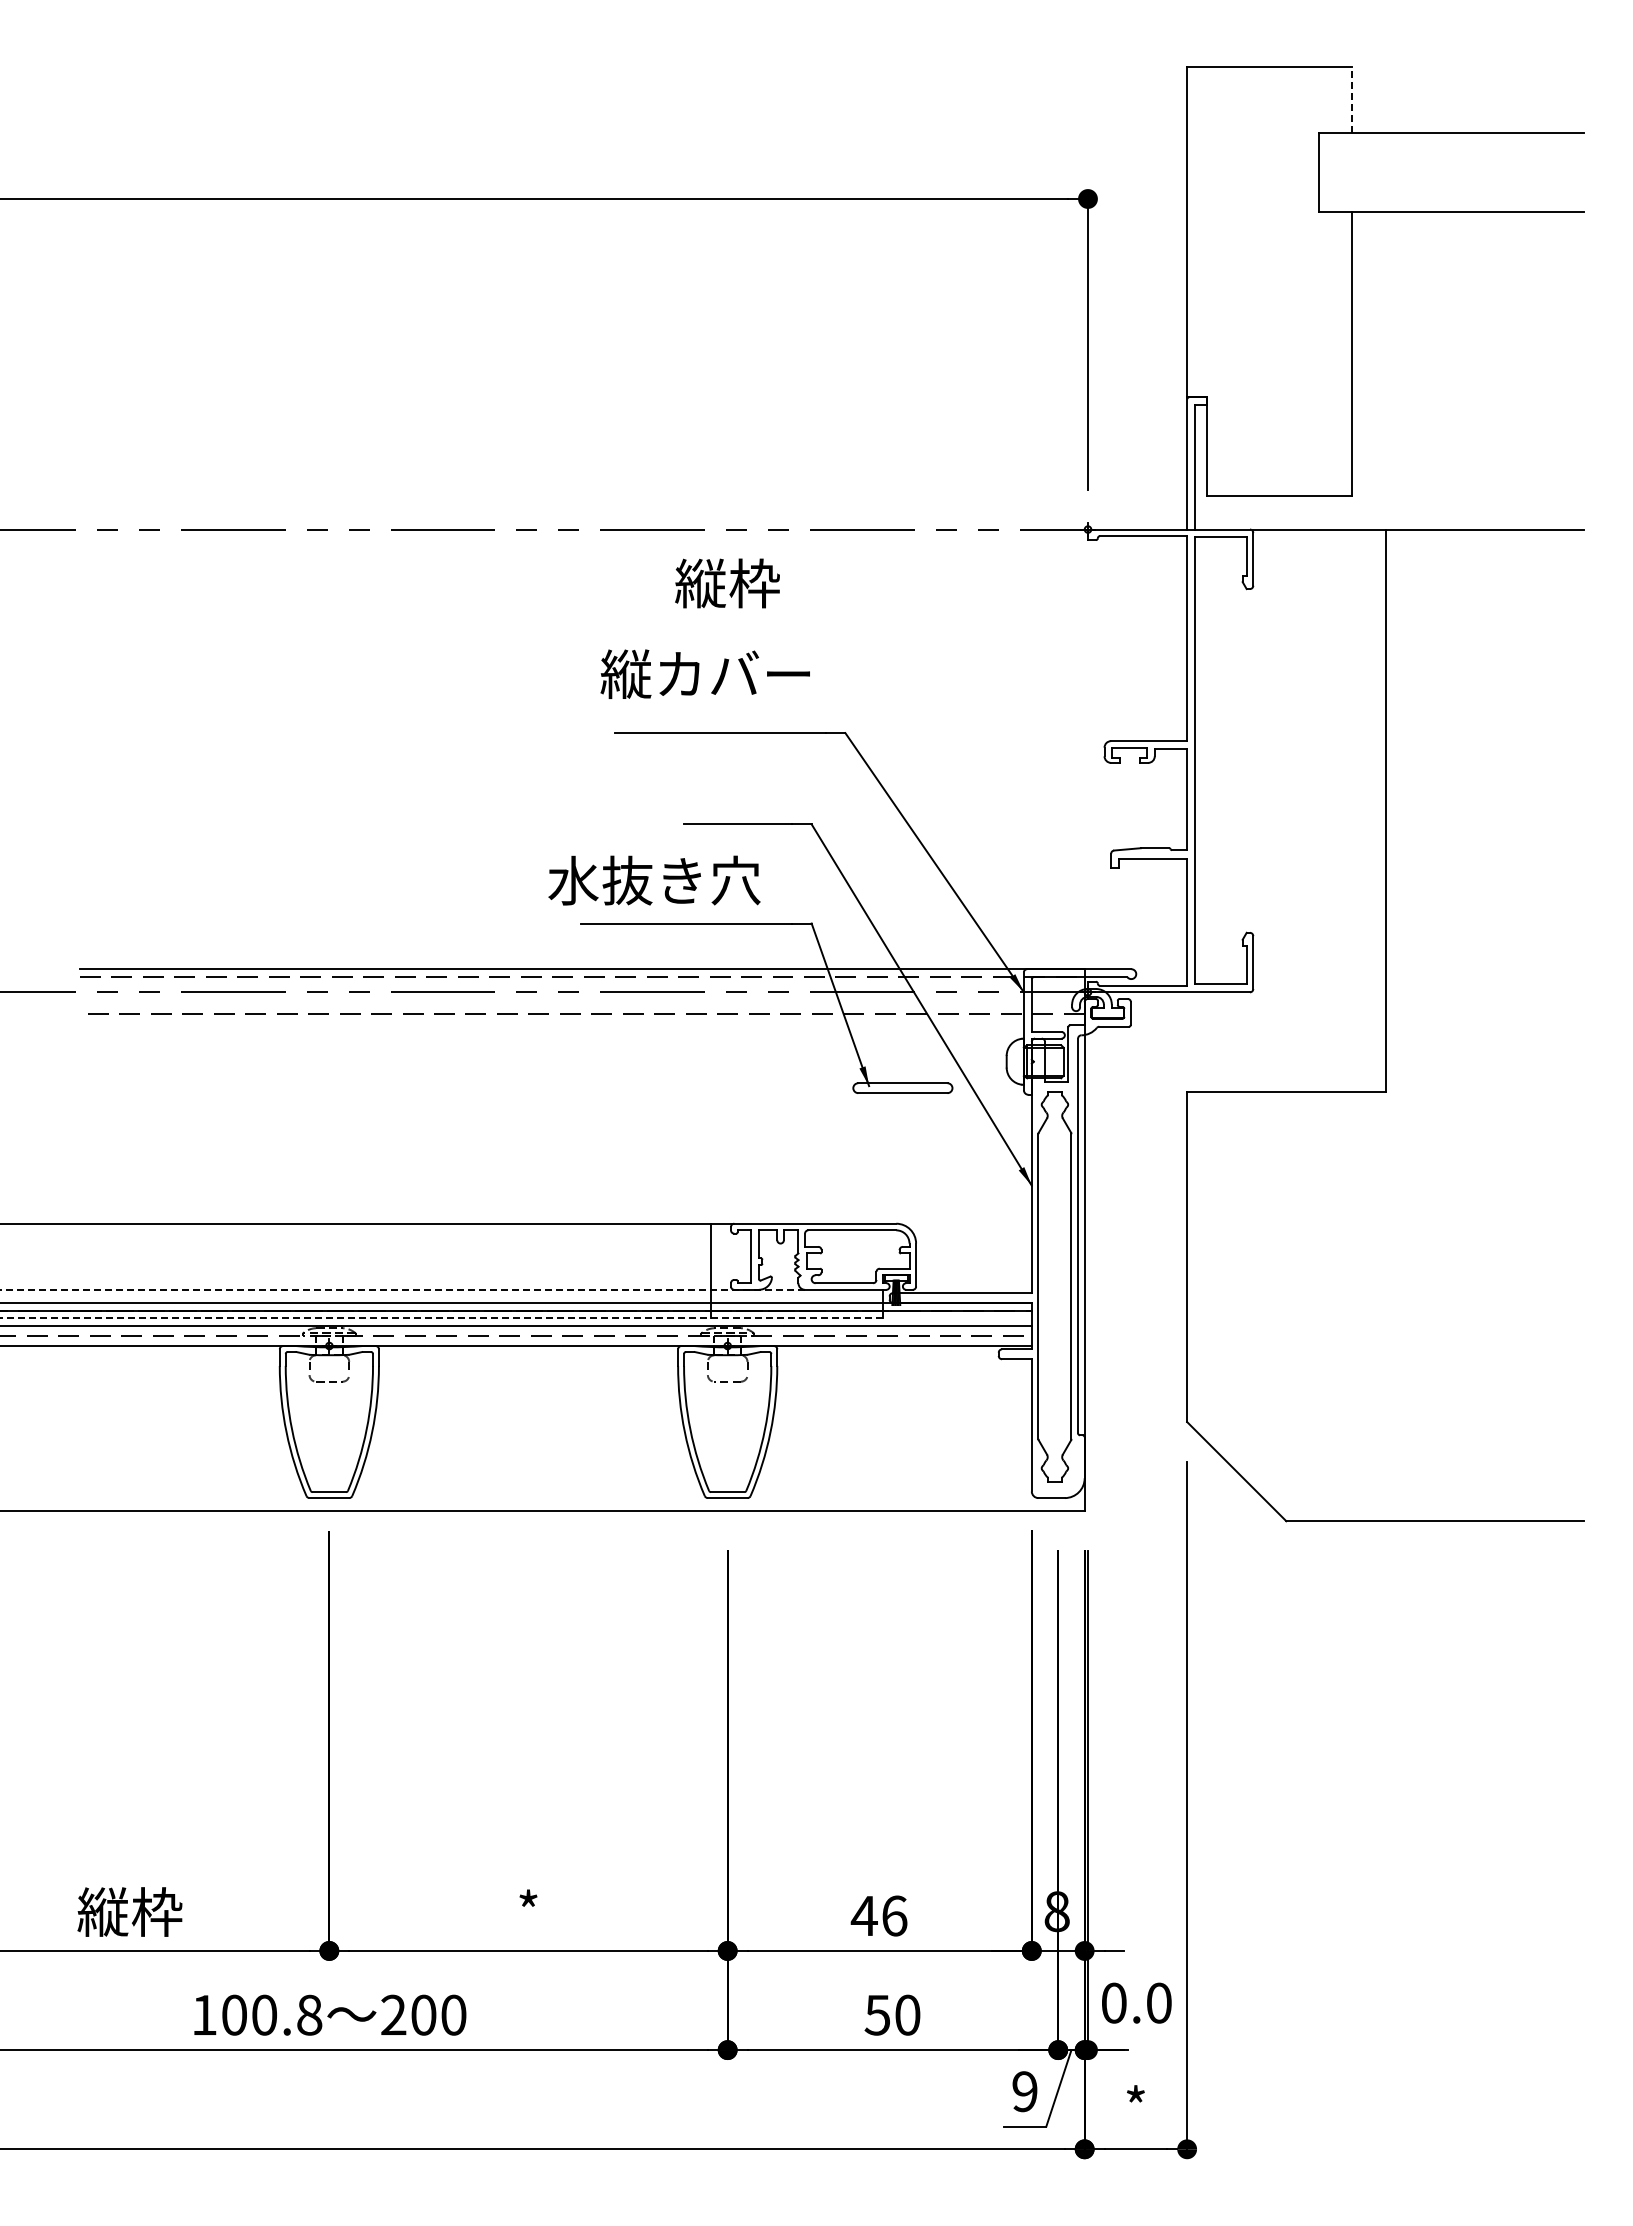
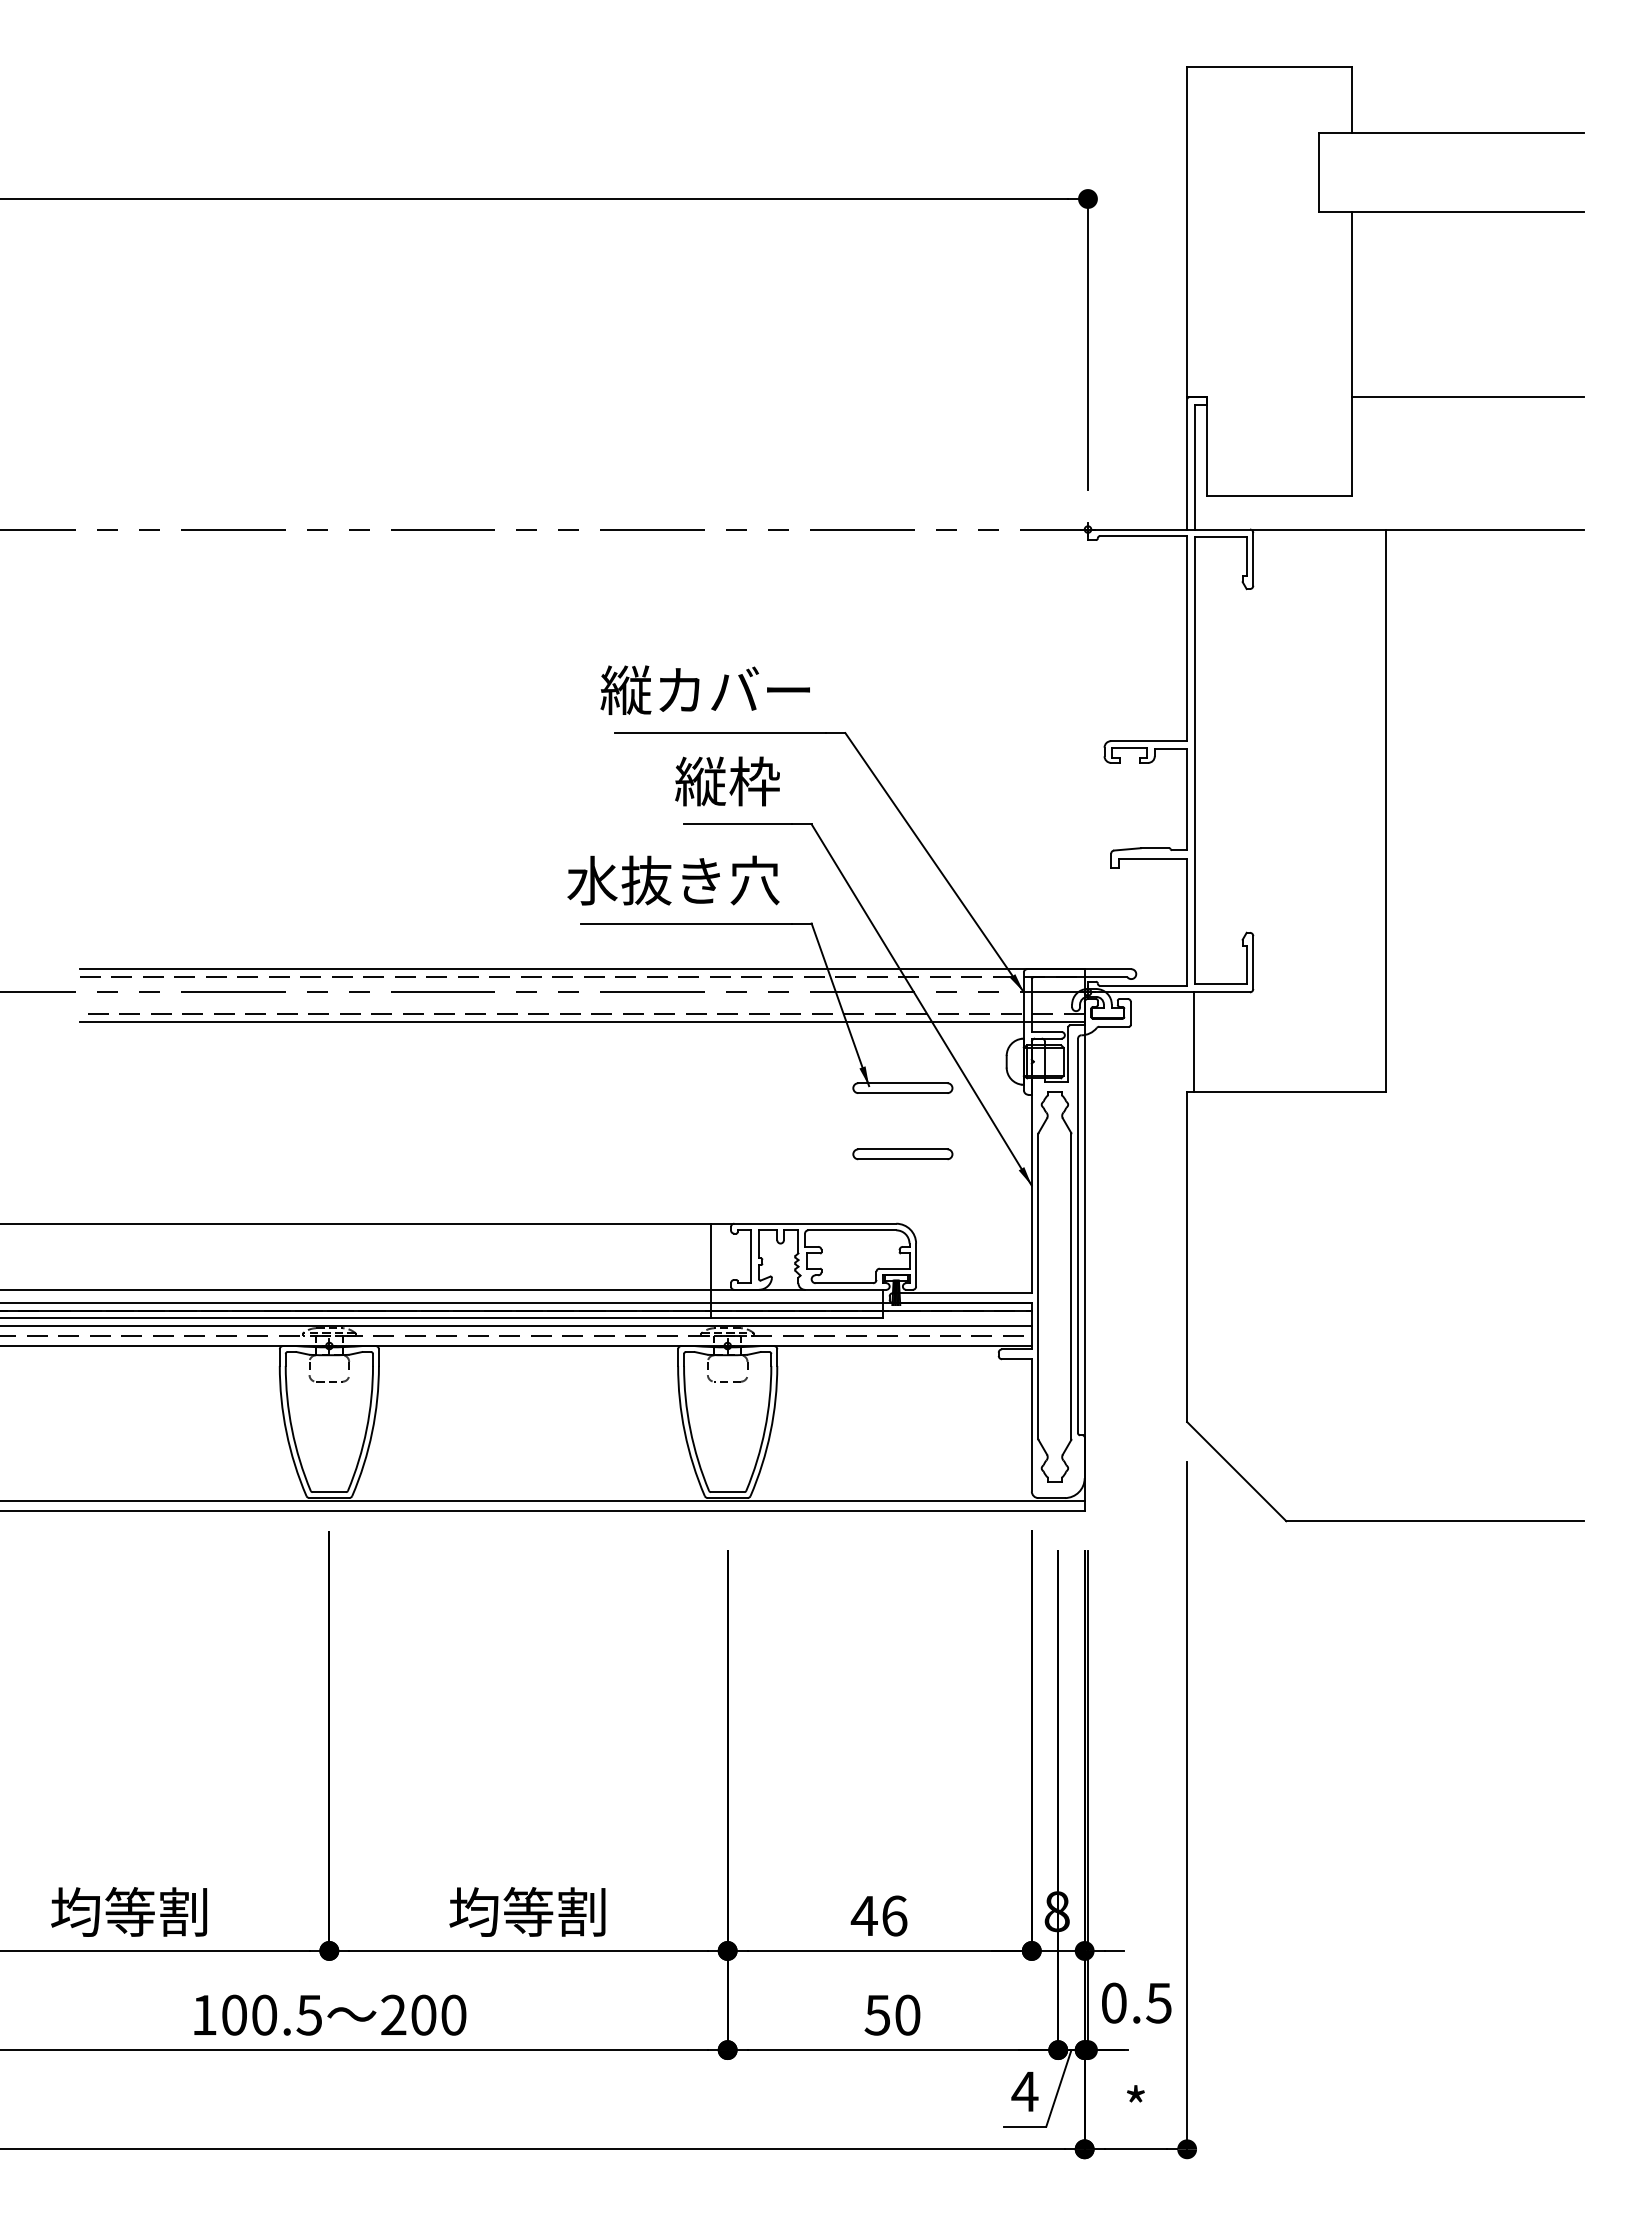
line at (1352, 99): dashed -> solid
line at (1467, 397): none -> present
text at (727, 583) position: (727, 583) -> (727, 781)
text at (704, 673) position: (704, 673) -> (704, 689)
text at (654, 880) position: (654, 880) -> (673, 880)
line at (581, 1022): none -> present
line at (1193, 1041): none -> present
part at (902, 1154): none -> present
line at (402, 1289): dashed -> solid
line at (441, 1317): dashed -> solid
line at (543, 1501): none -> present
text at (129, 1911): 縦枠 -> 均等割
text at (527, 1911): * -> 均等割
text at (1158, 2002): 0.0 -> 0.5
text at (309, 2014): 100.8 -> 100.5
text at (1024, 2091): 9 -> 4
